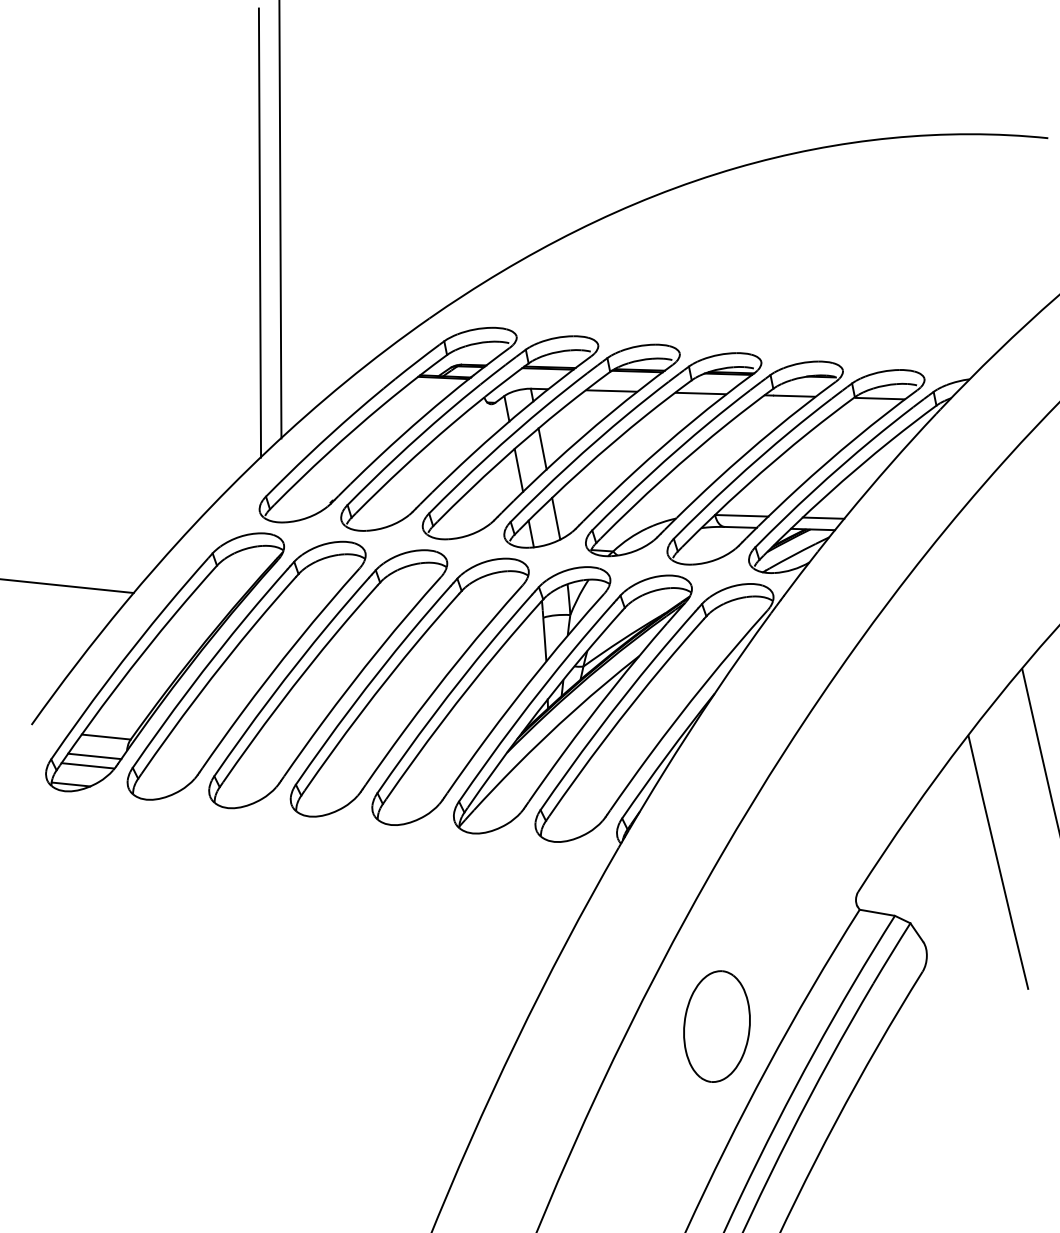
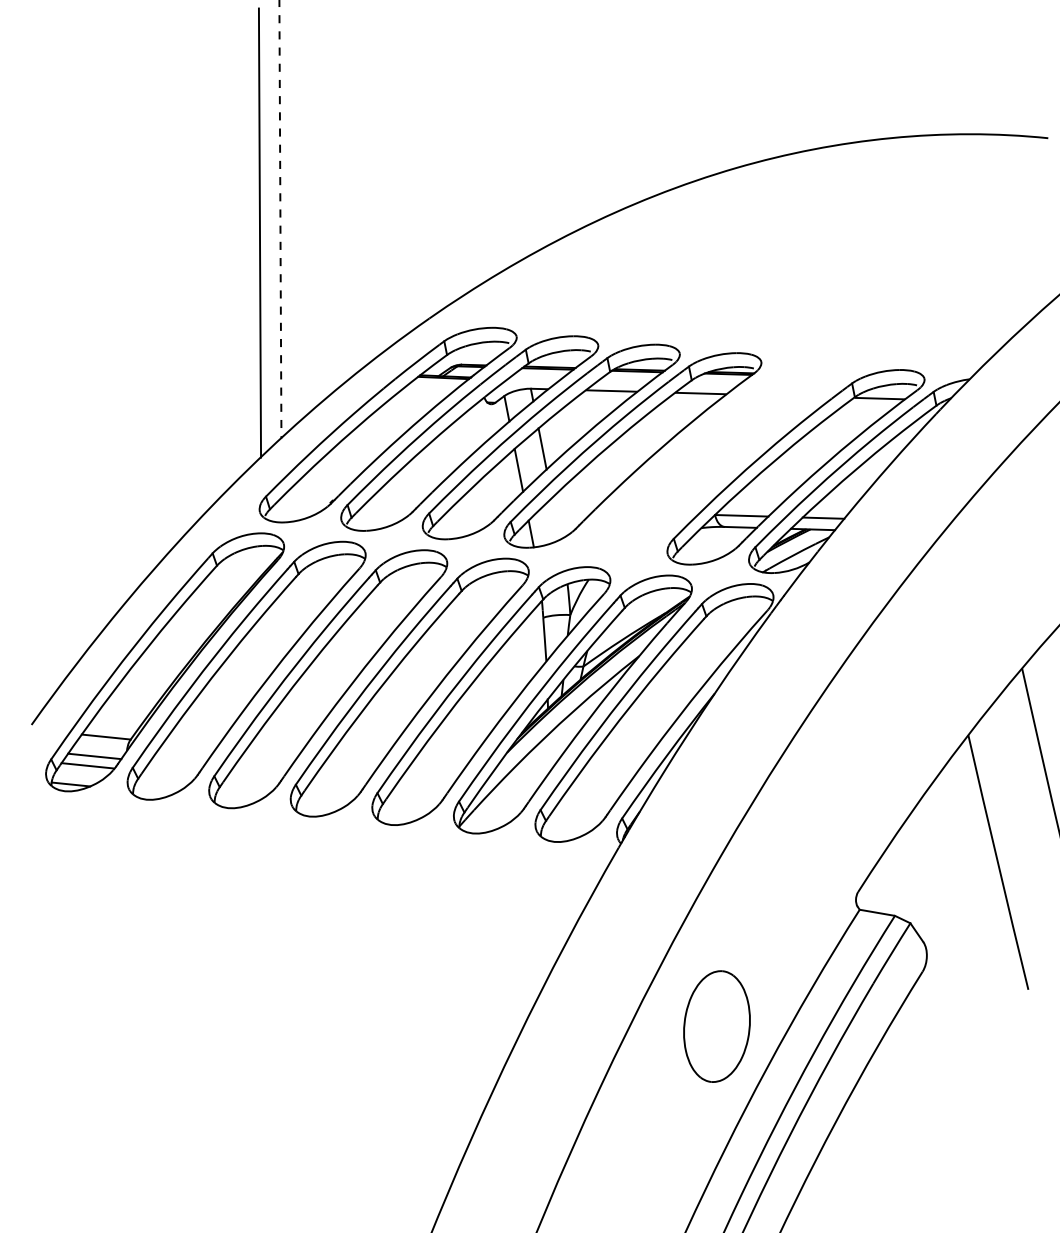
line at (280, 219): solid -> dashed
part at (714, 458): present -> none
line at (556, 518): present -> none
line at (67, 586): present -> none
